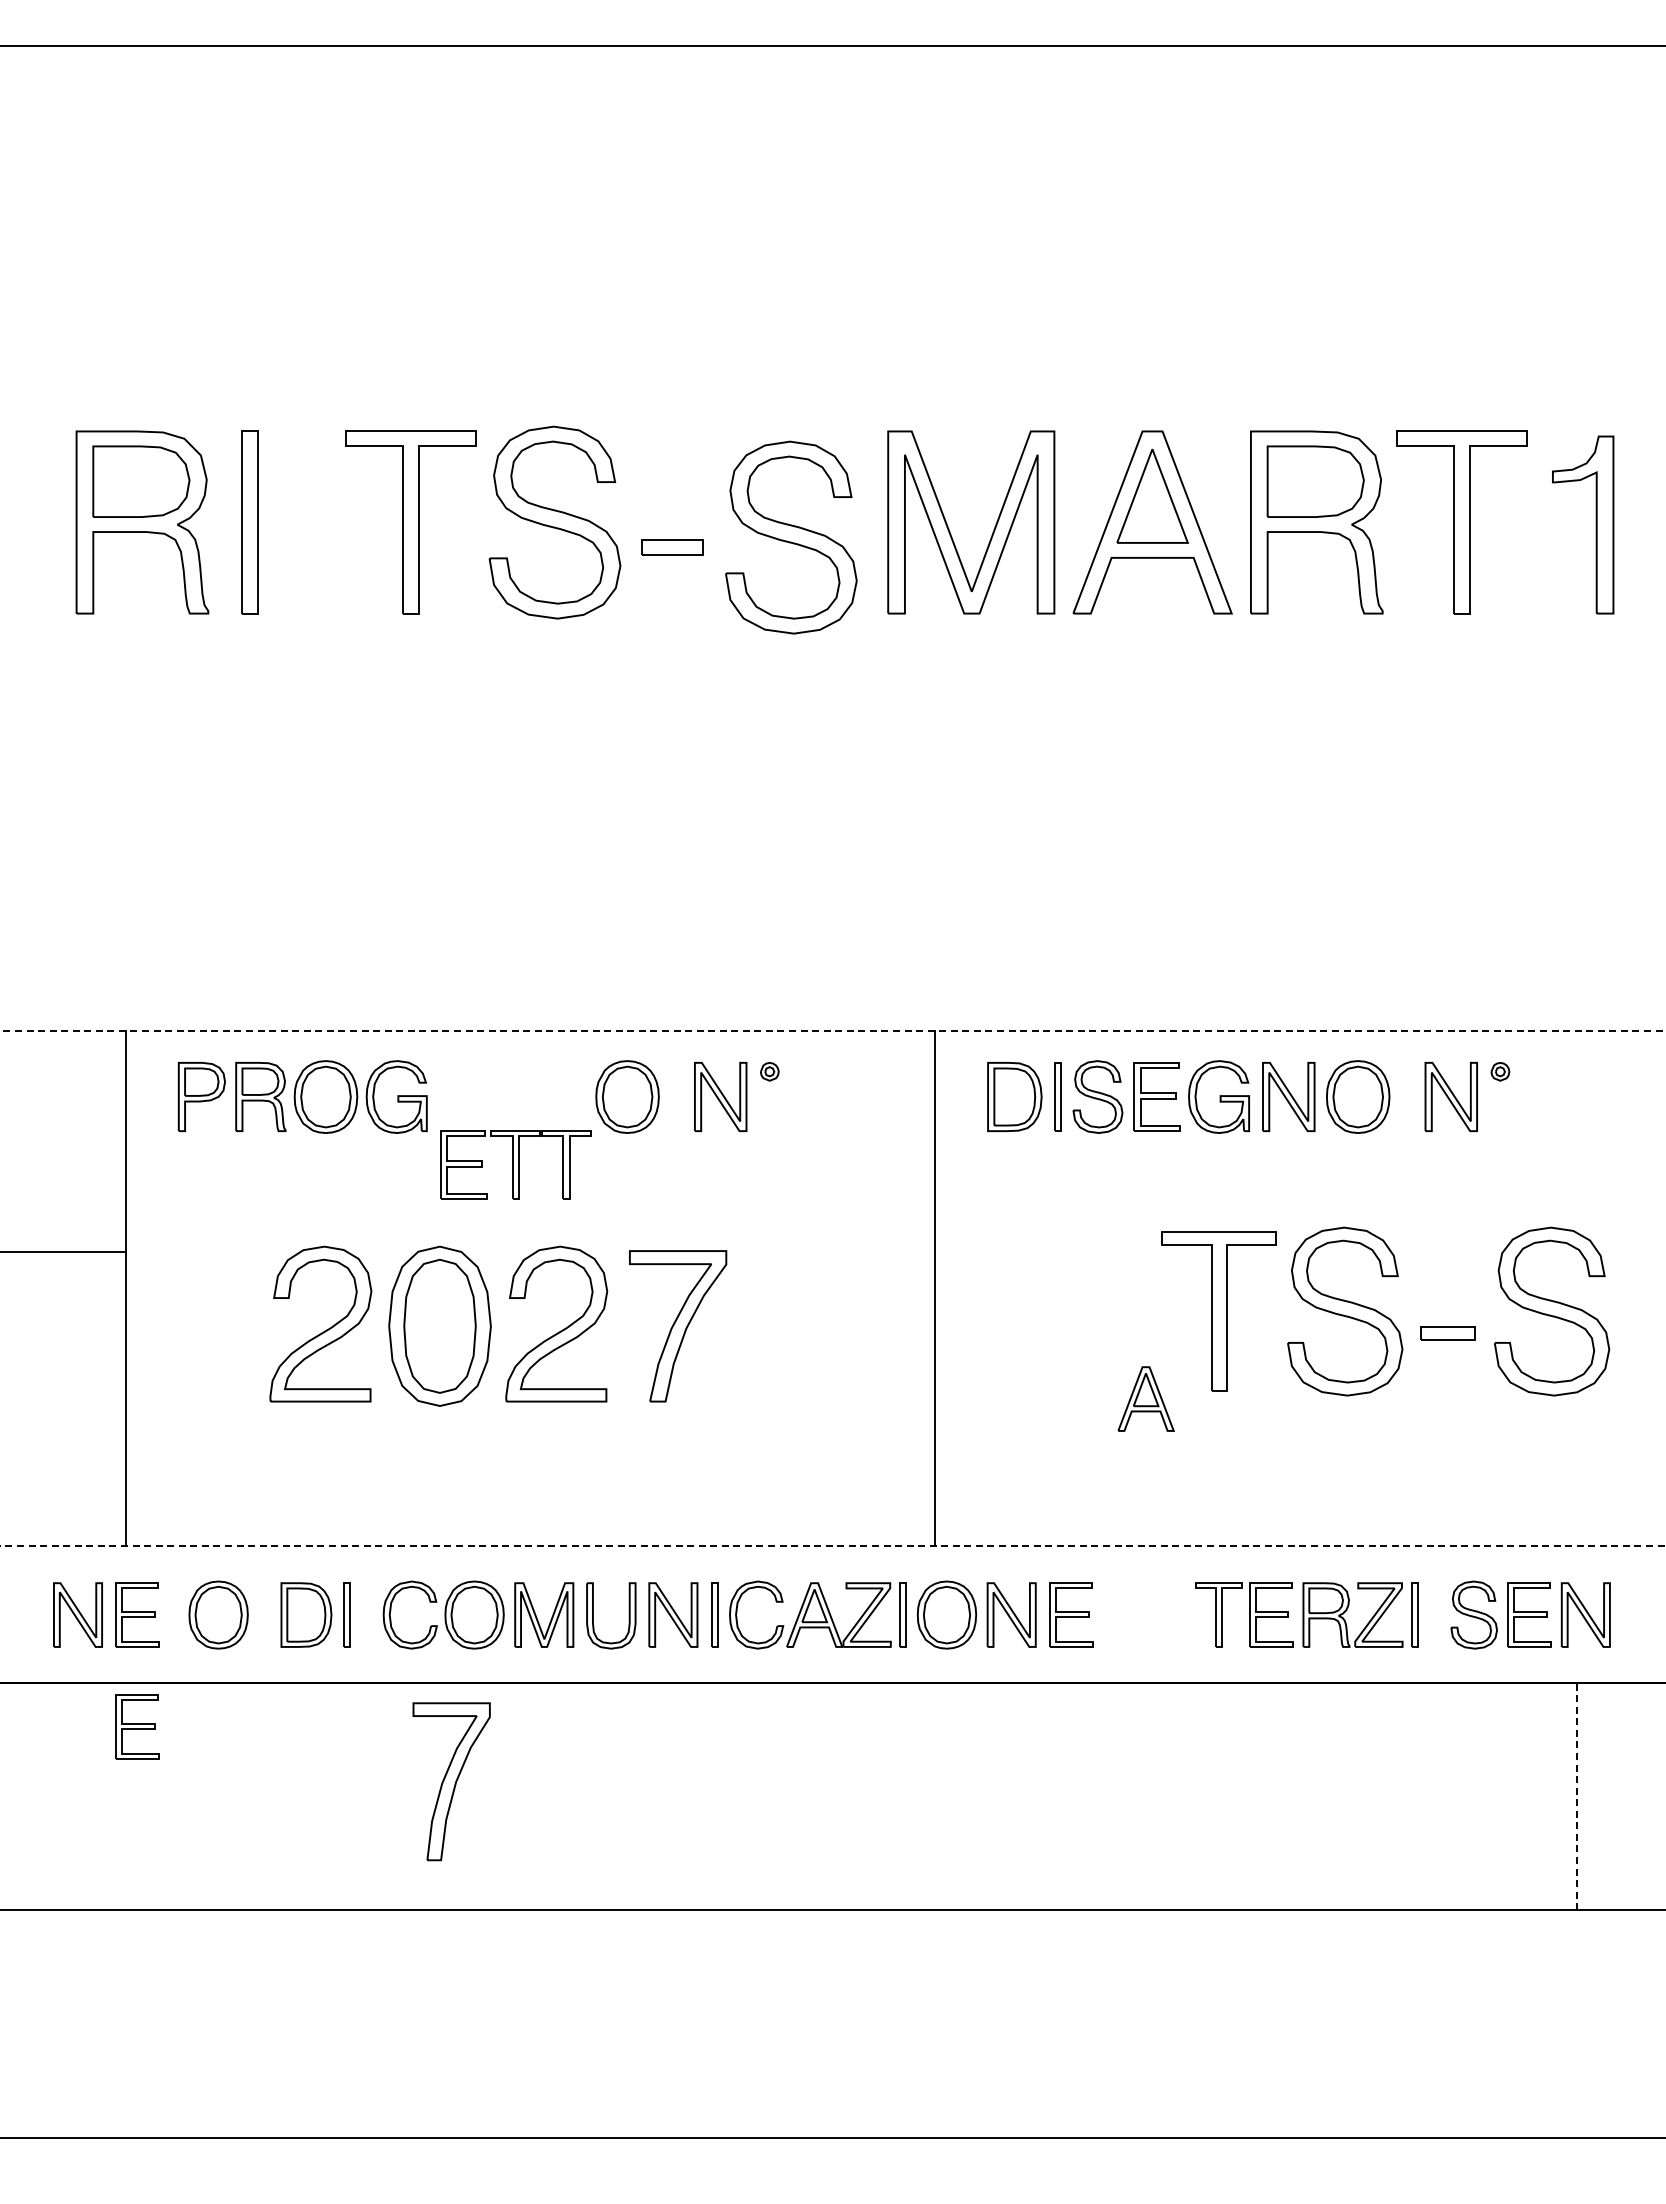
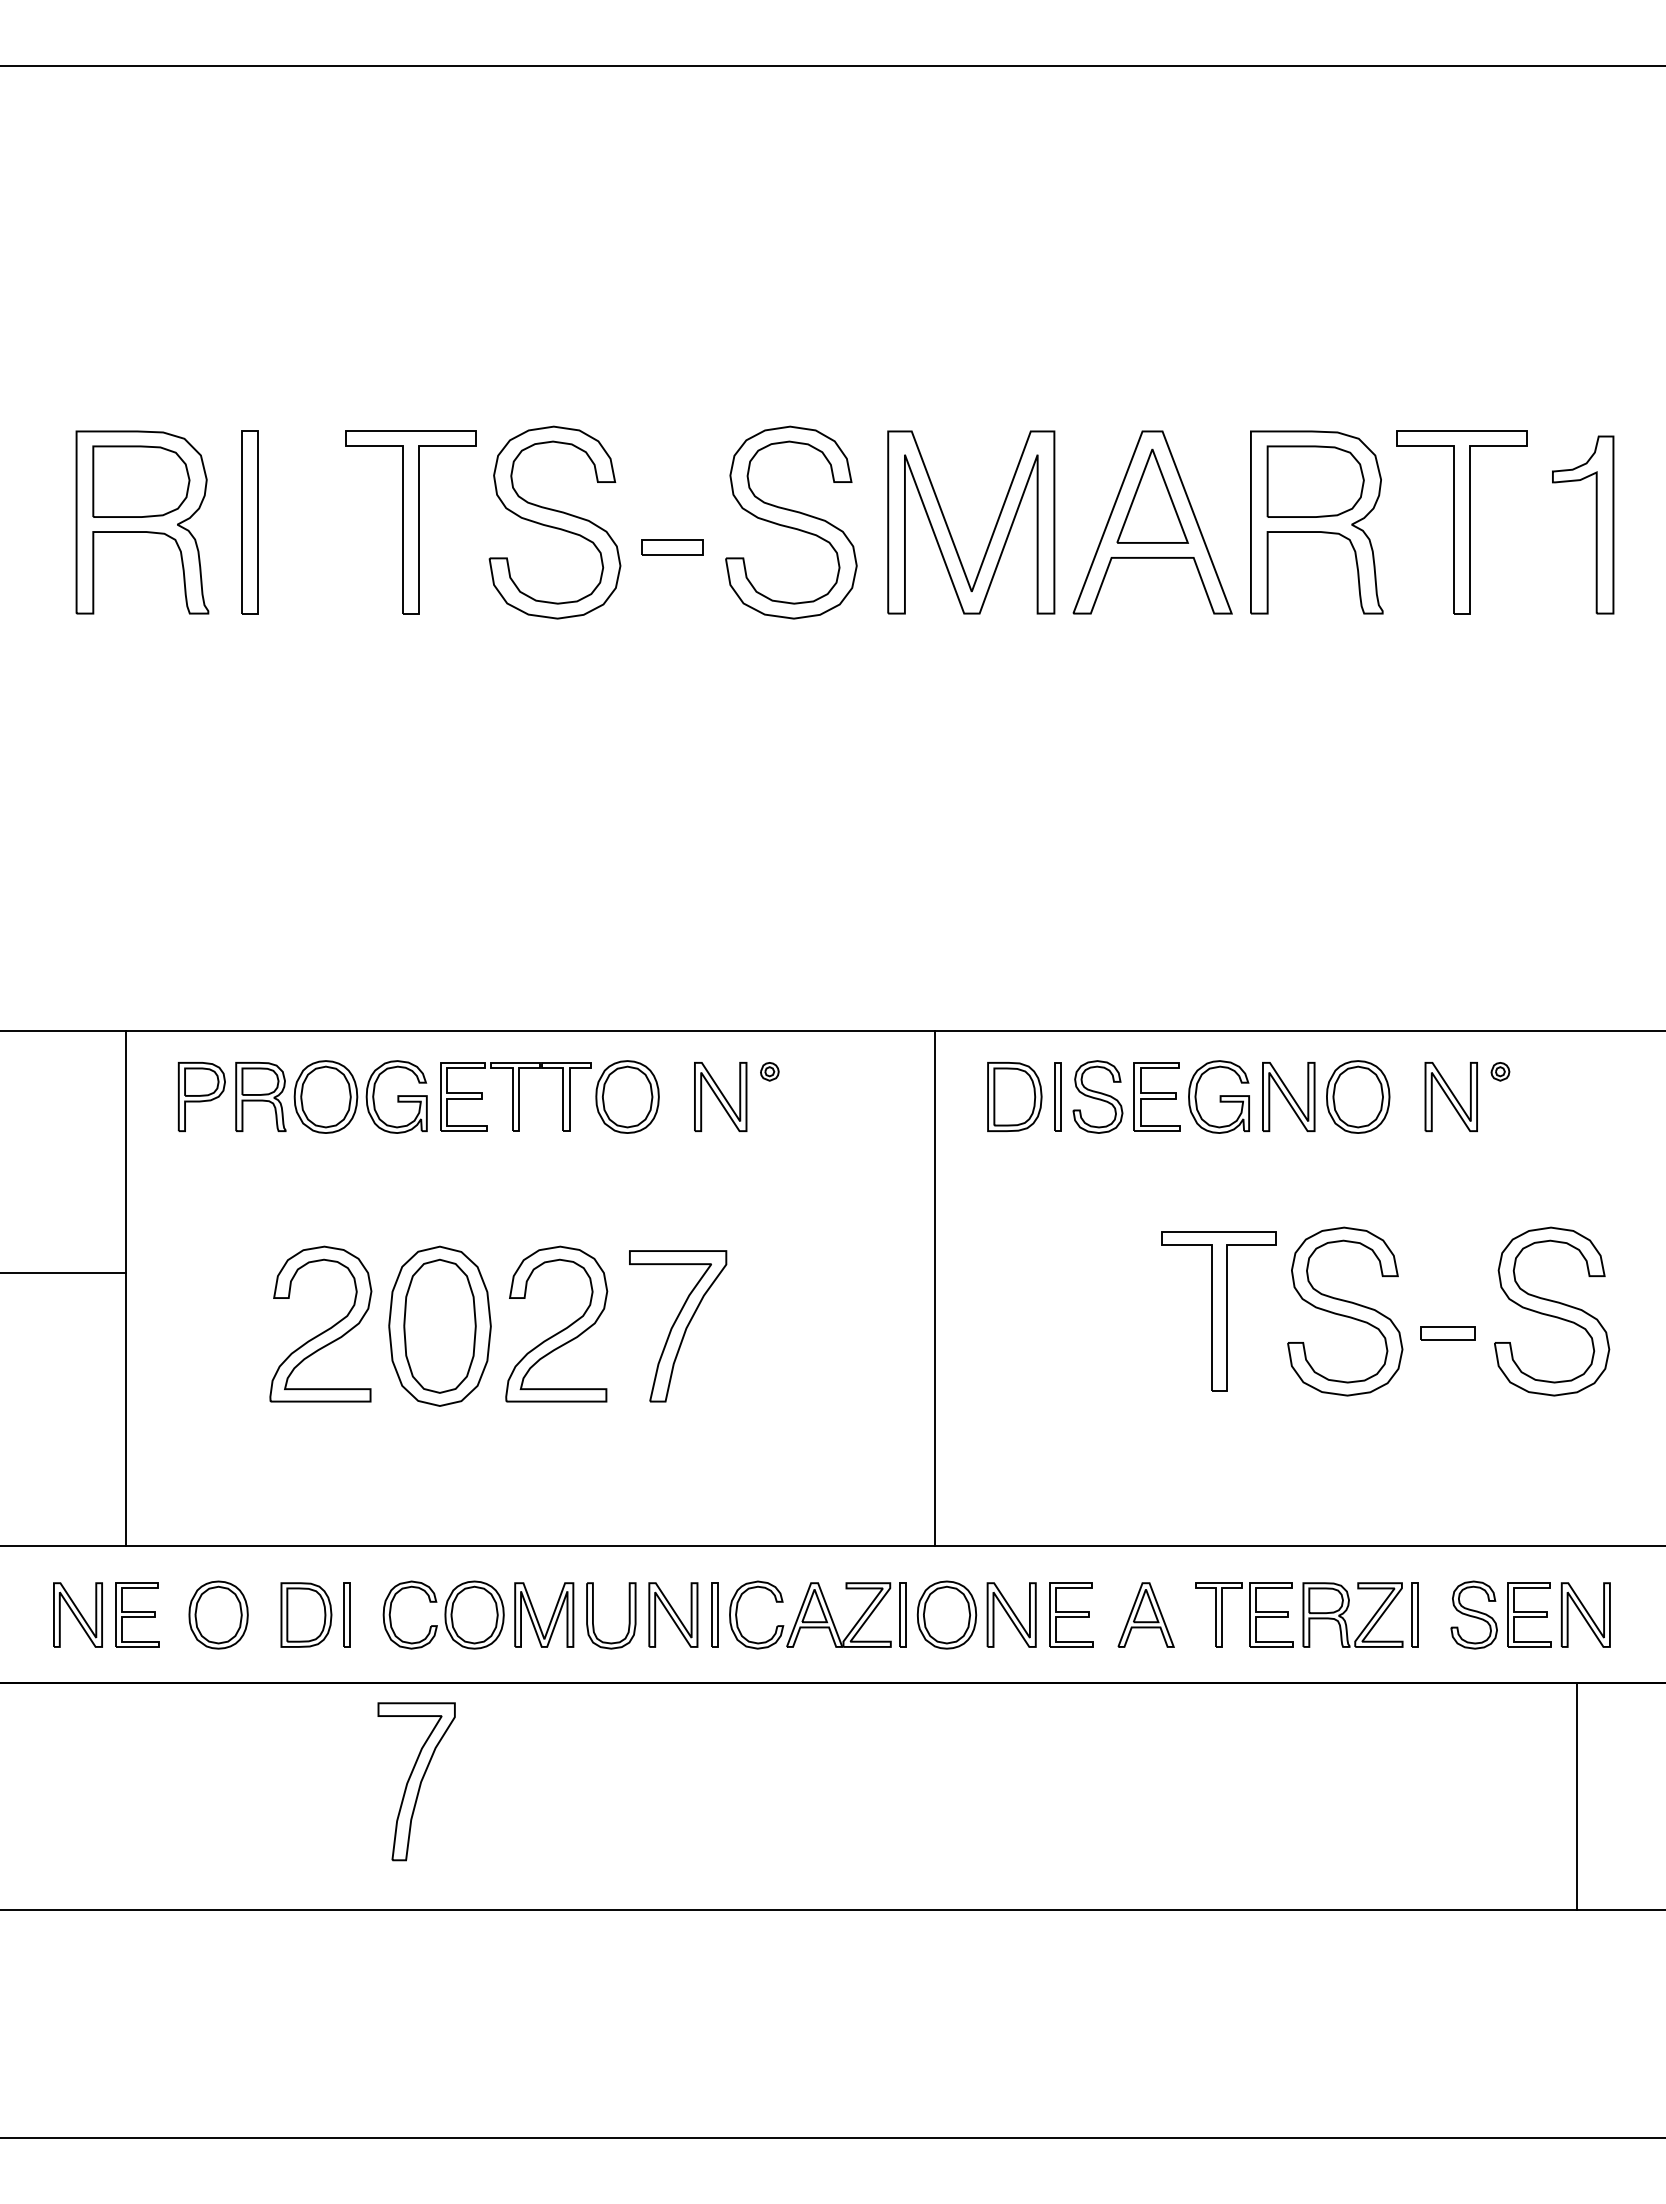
line at (832, 46) position: (832, 46) -> (832, 66)
part at (791, 537) position: (791, 537) -> (791, 522)
line at (833, 1031): dashed -> solid
part at (515, 1164) position: (515, 1164) -> (515, 1096)
line at (63, 1251) position: (63, 1251) -> (63, 1272)
part at (1145, 1398) position: (1145, 1398) -> (1145, 1614)
line at (832, 1545): dashed -> solid
part at (137, 1726): present -> none
part at (451, 1781) position: (451, 1781) -> (416, 1781)
line at (1577, 1796): dashed -> solid
